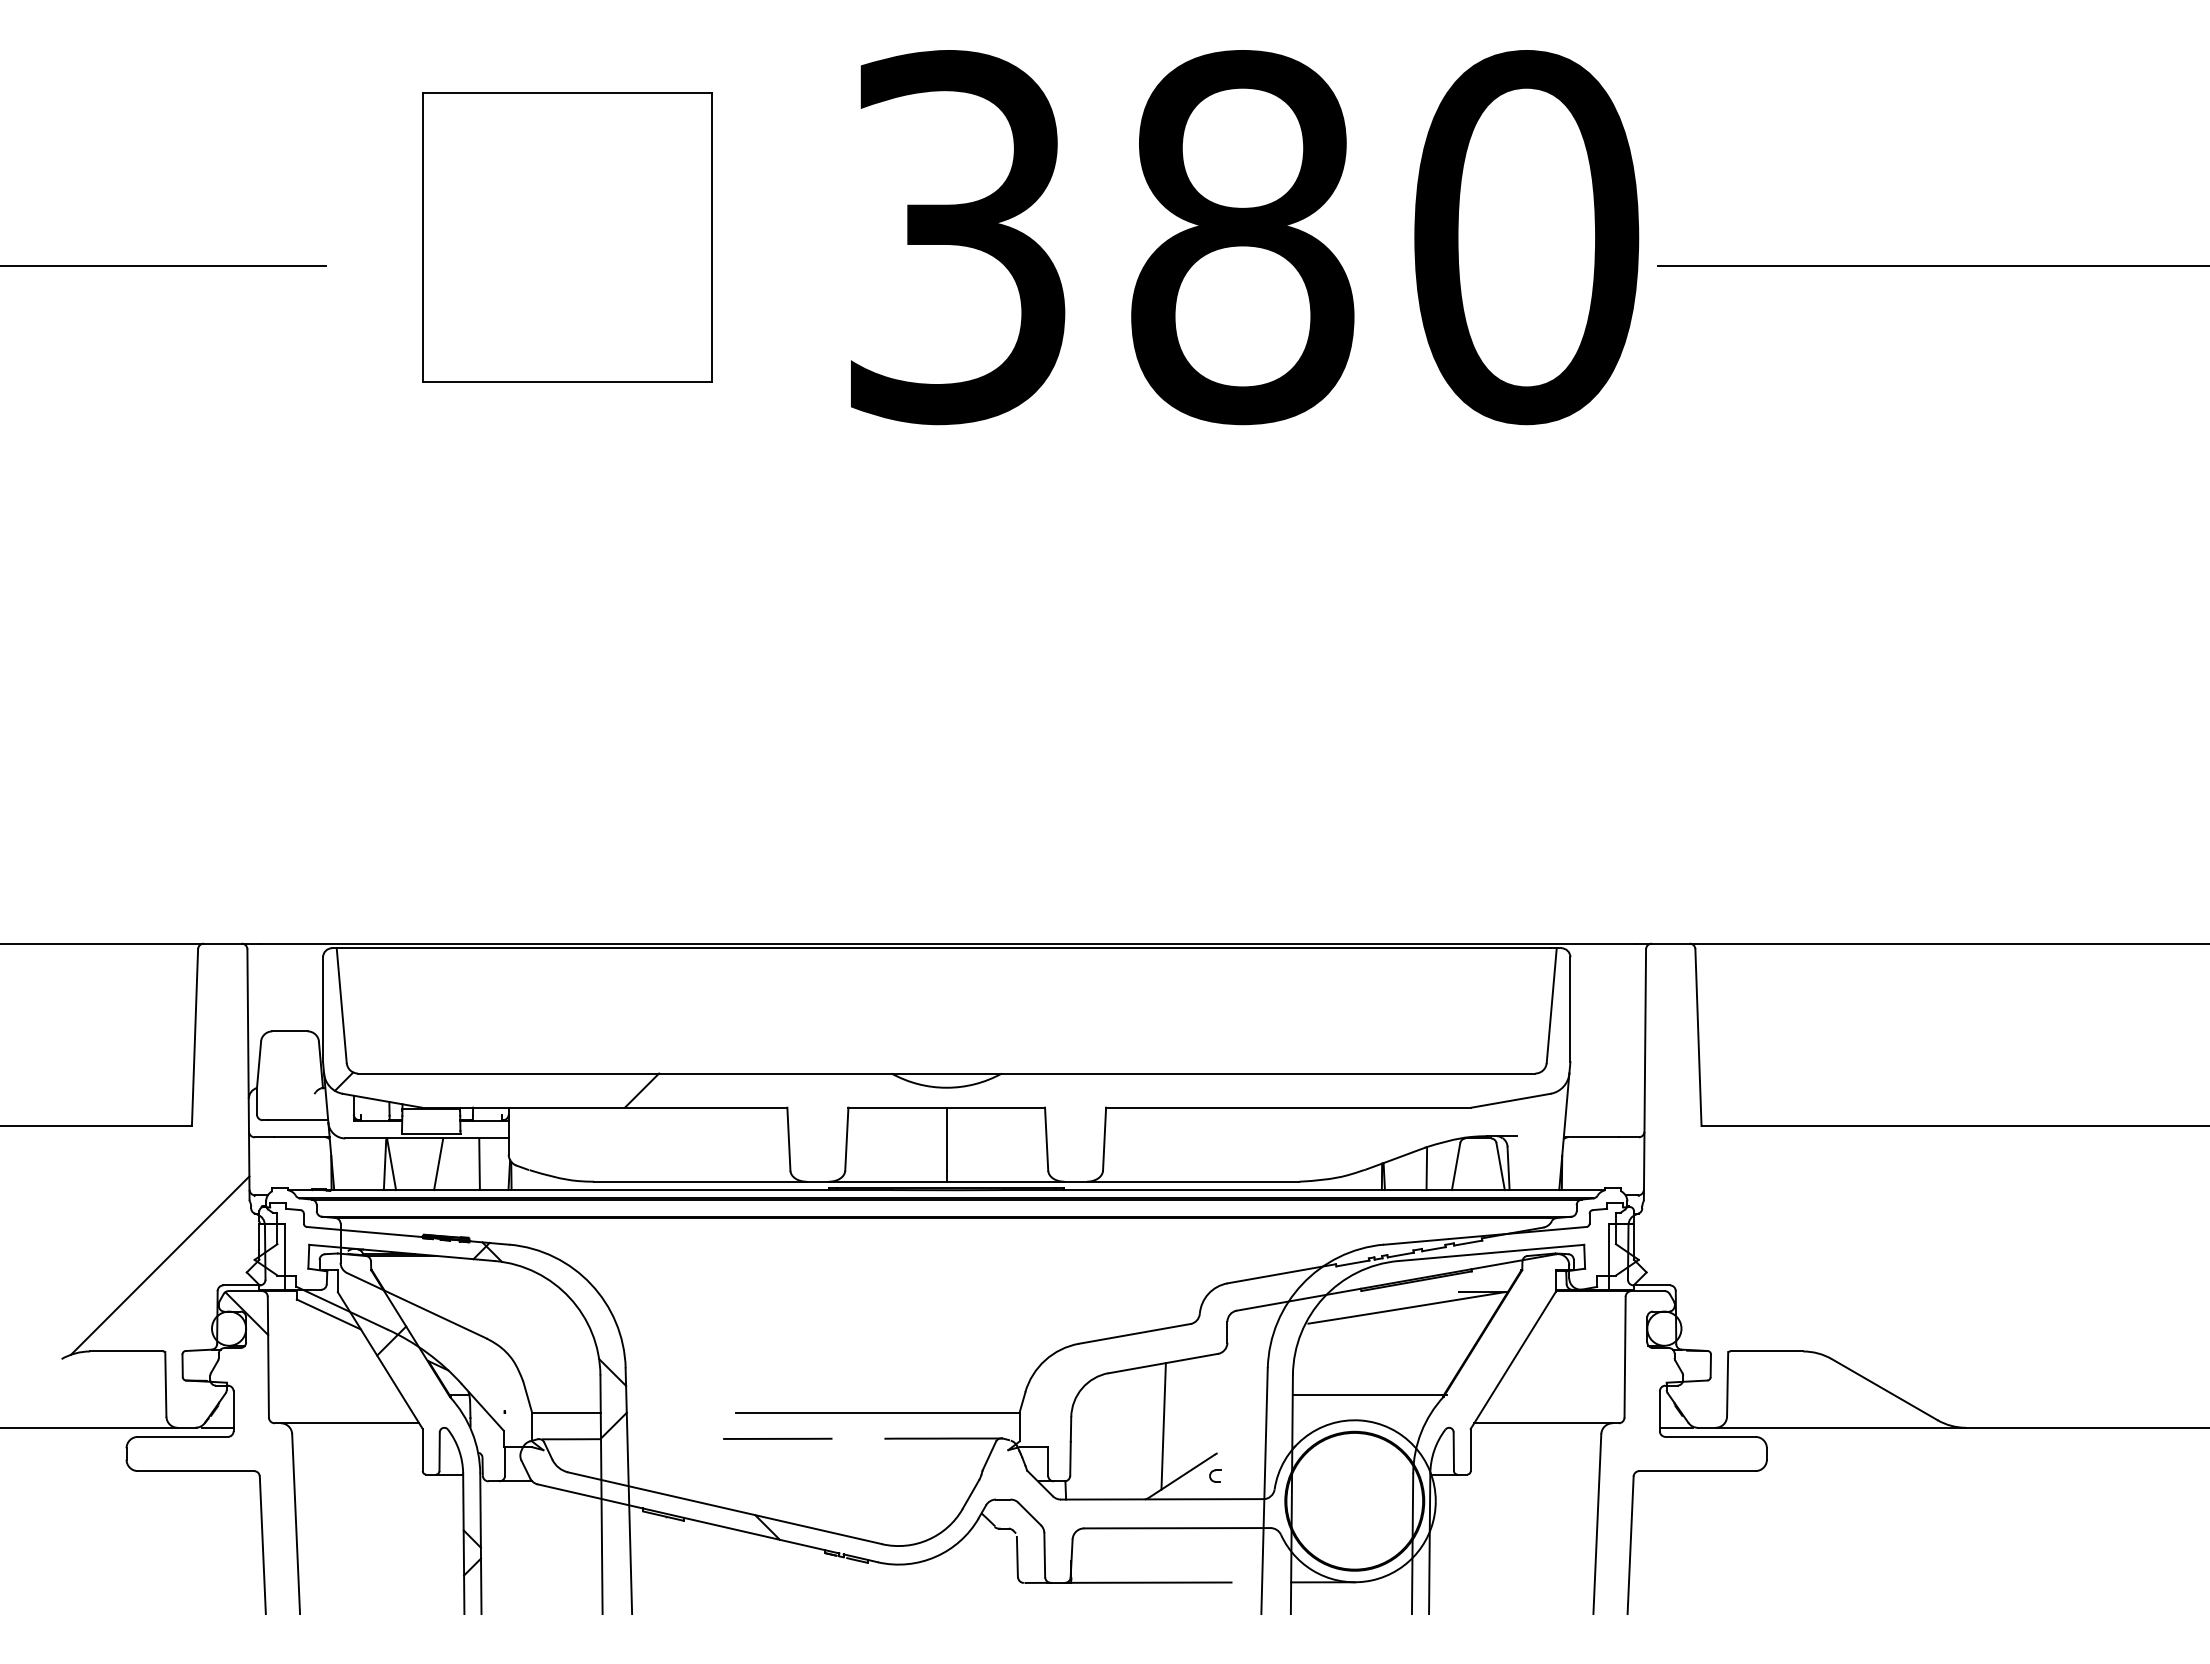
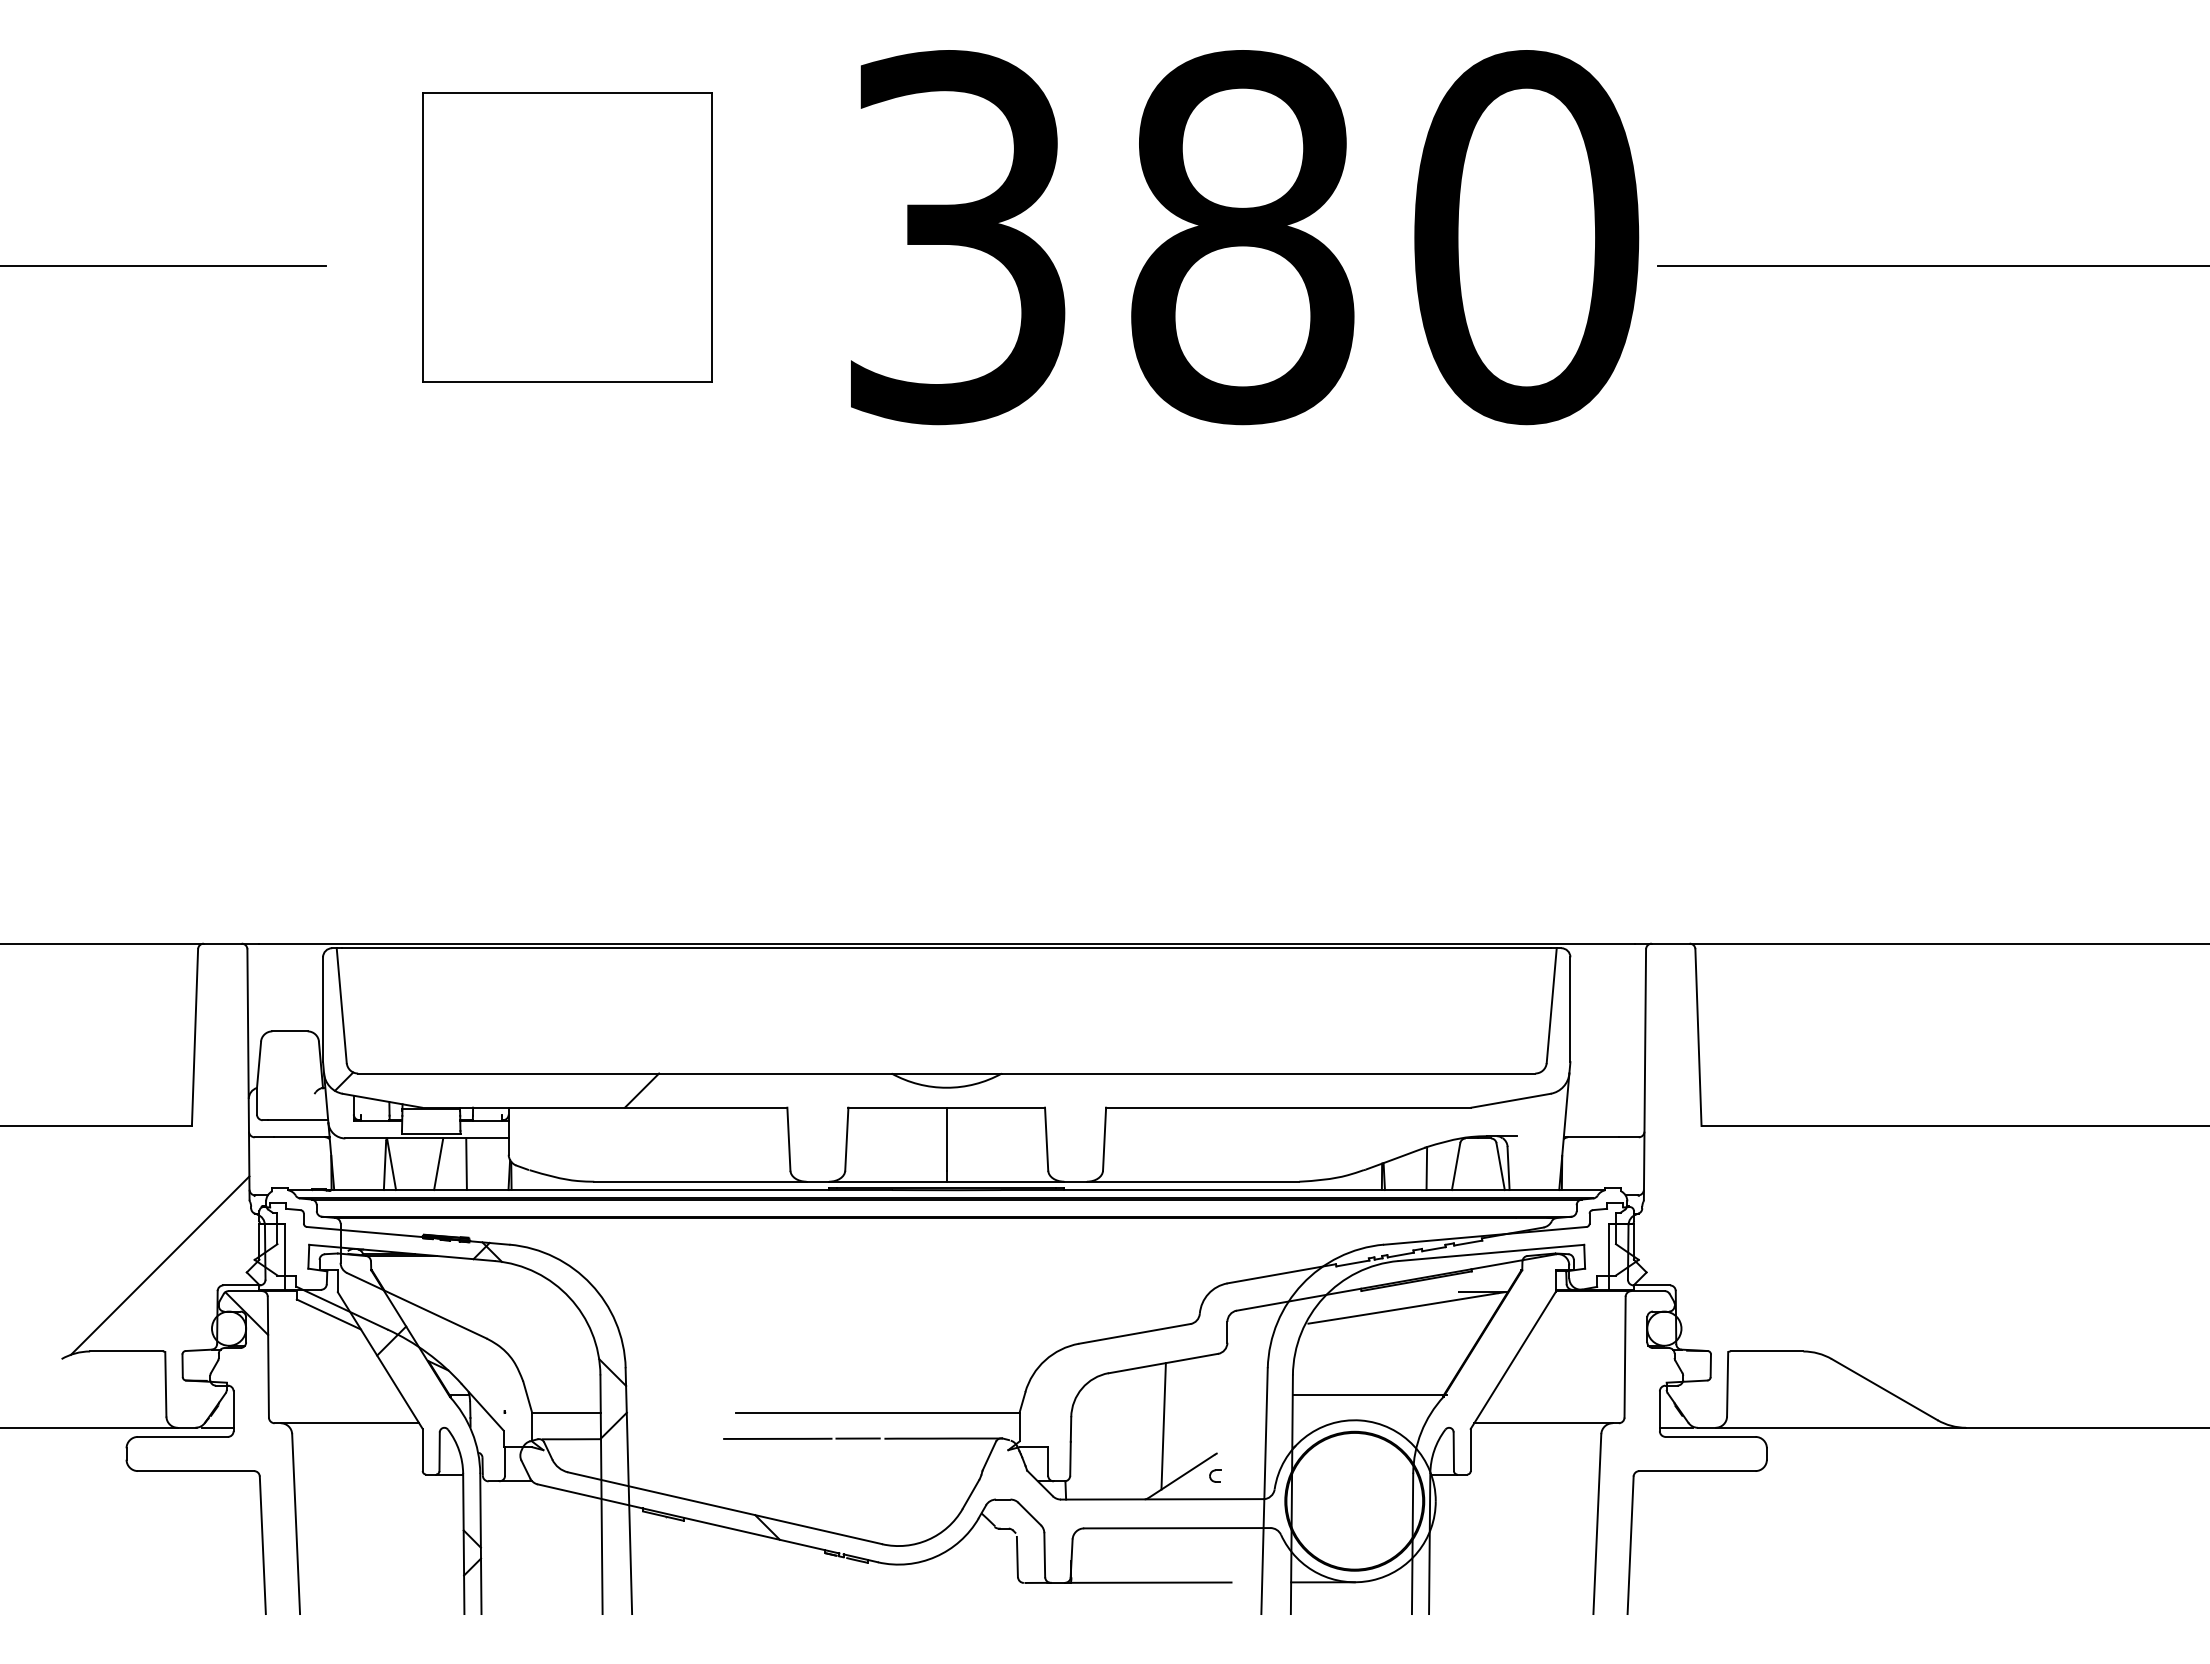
line at (479, 1163) position: (479, 1163) -> (466, 1163)
line at (857, 1438): none -> present
